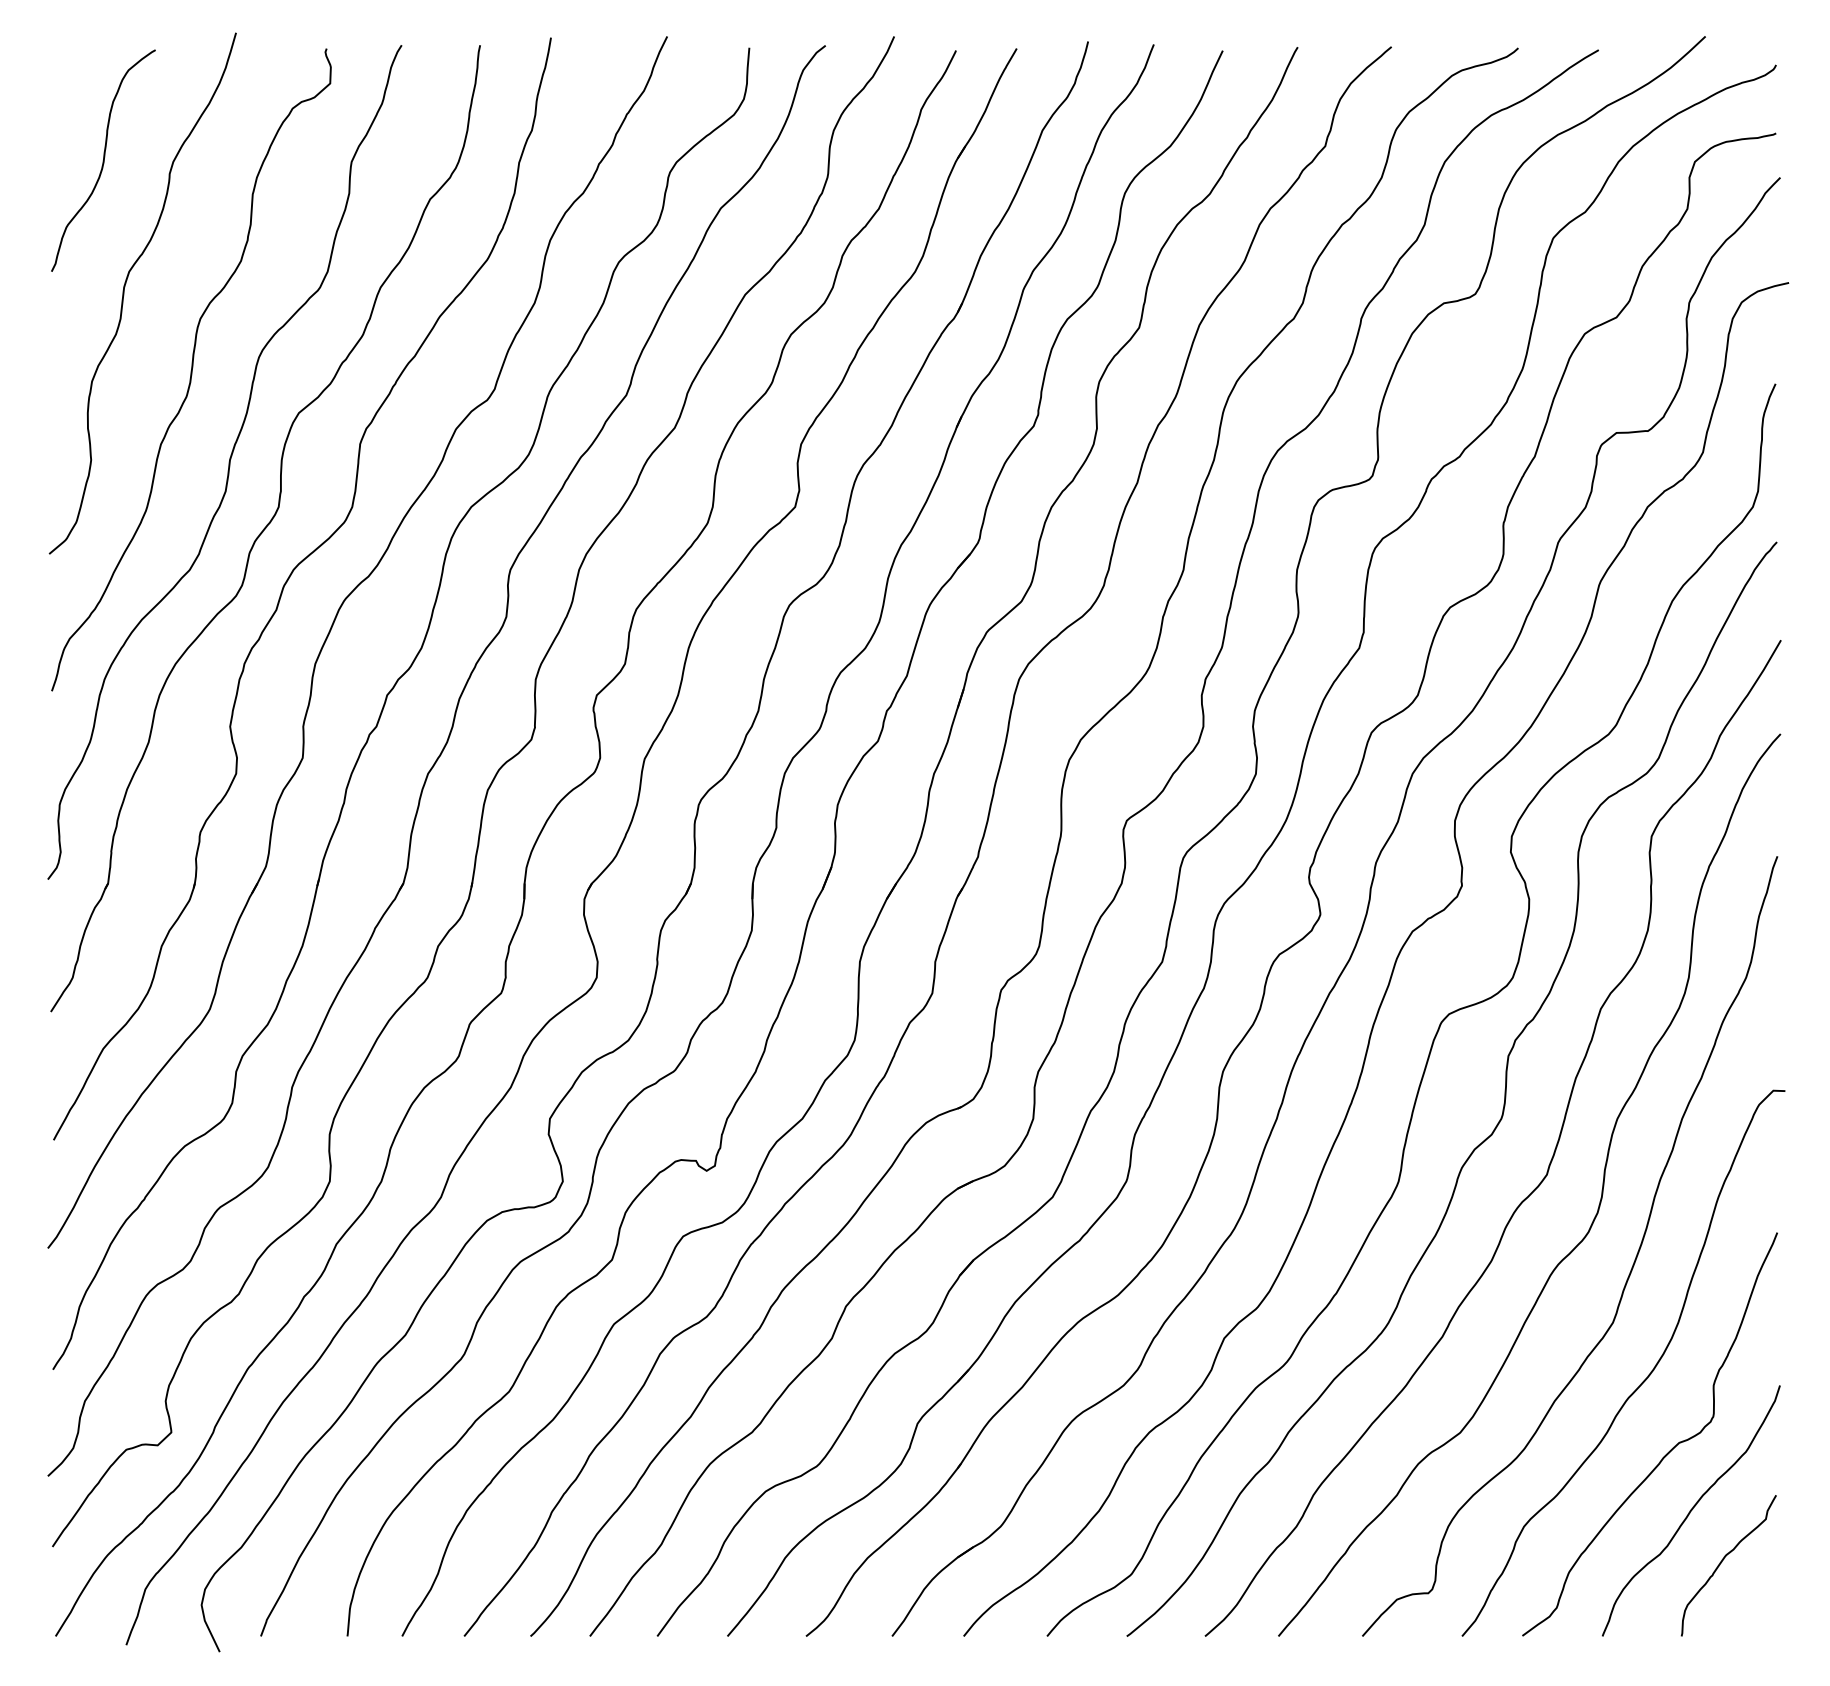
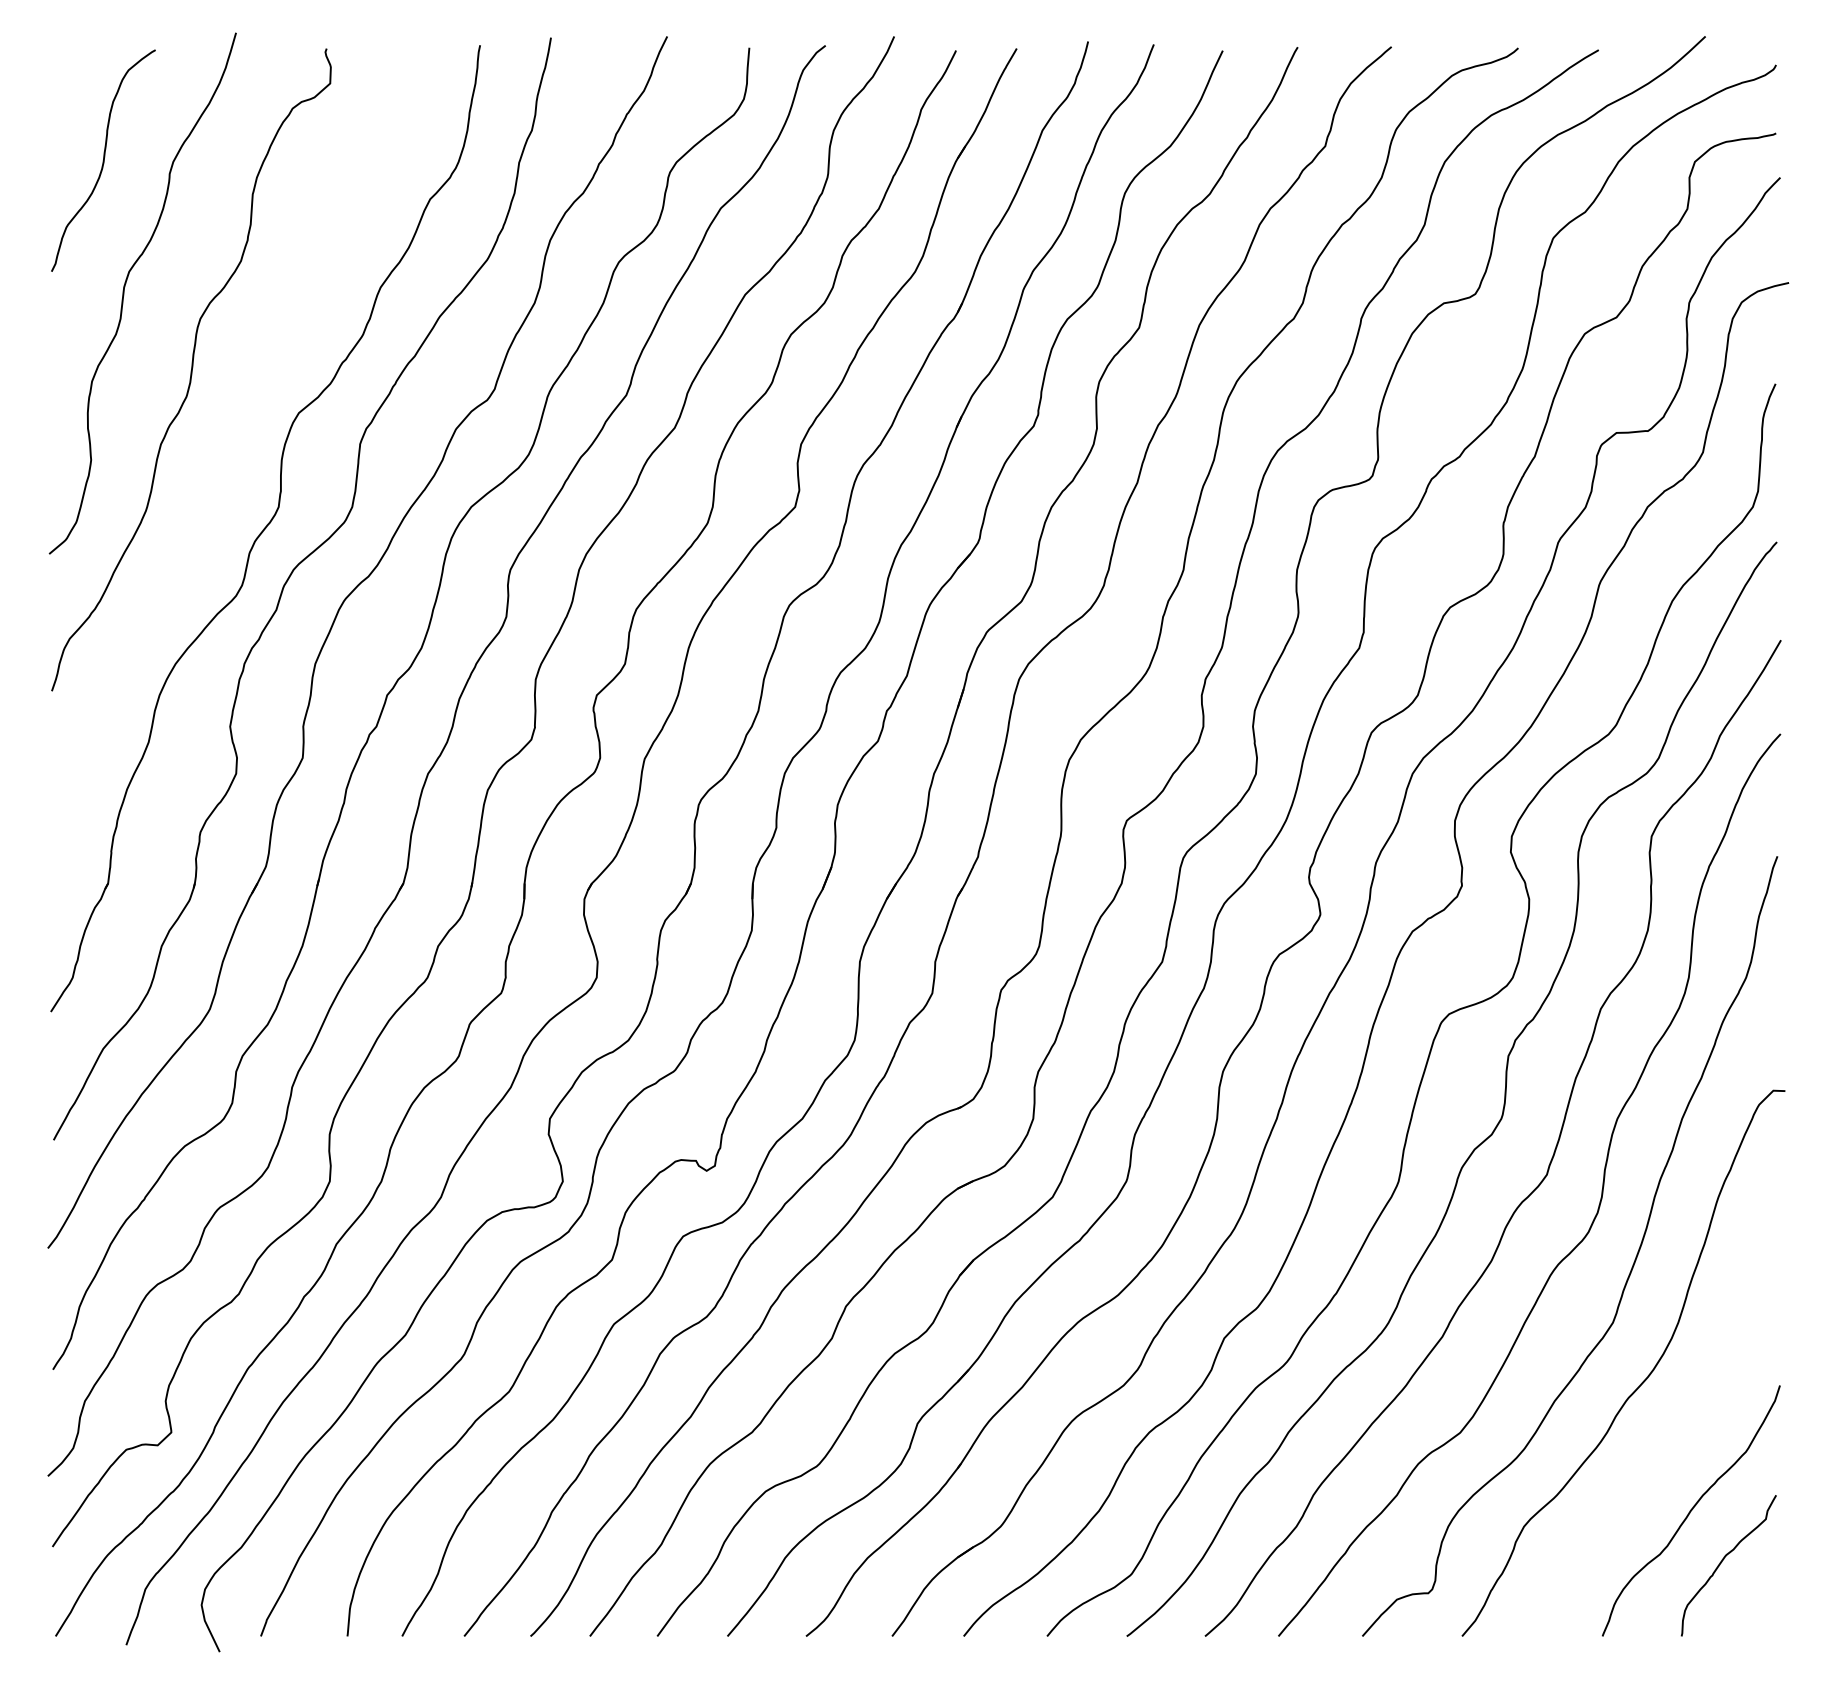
curve at (228, 462): present -> none
curve at (1667, 1452): present -> none
